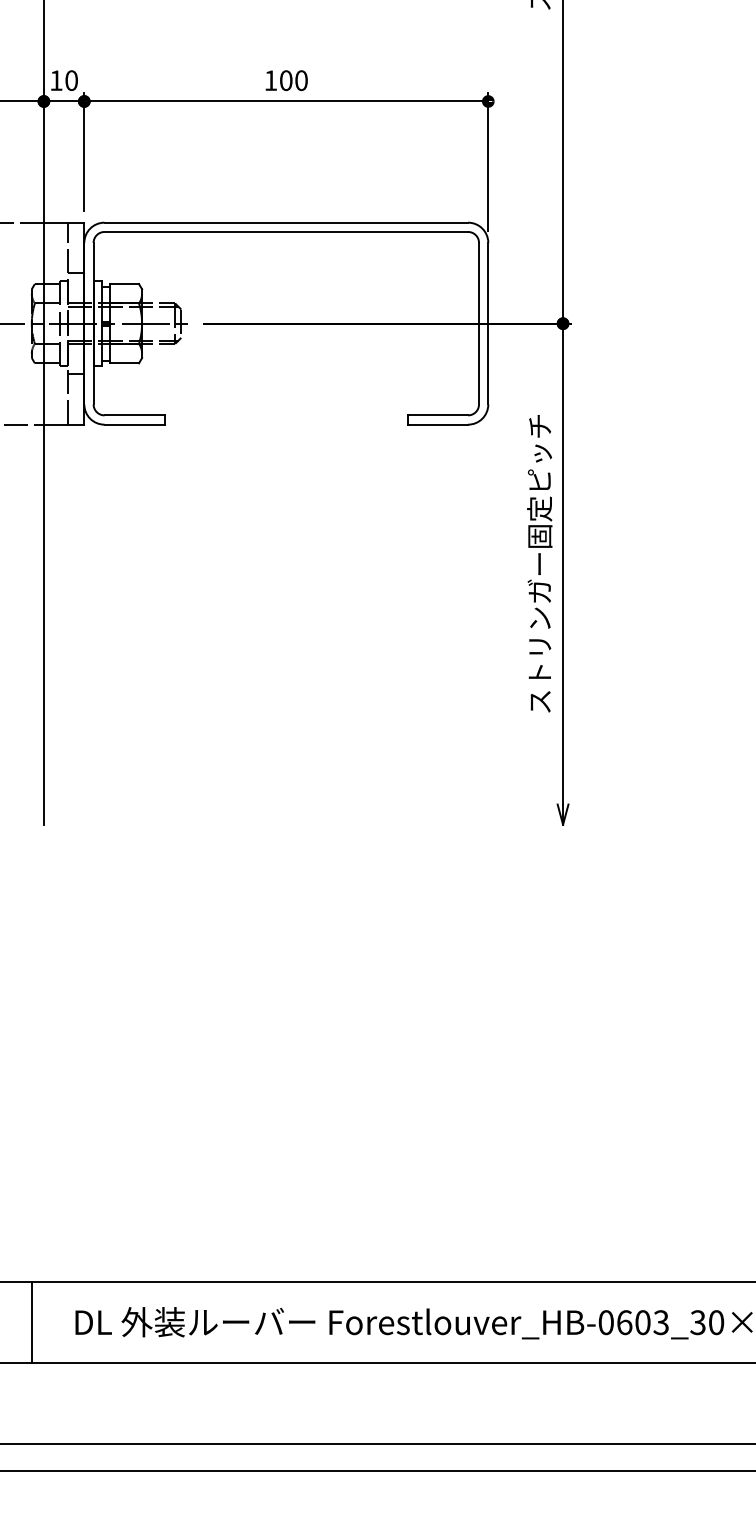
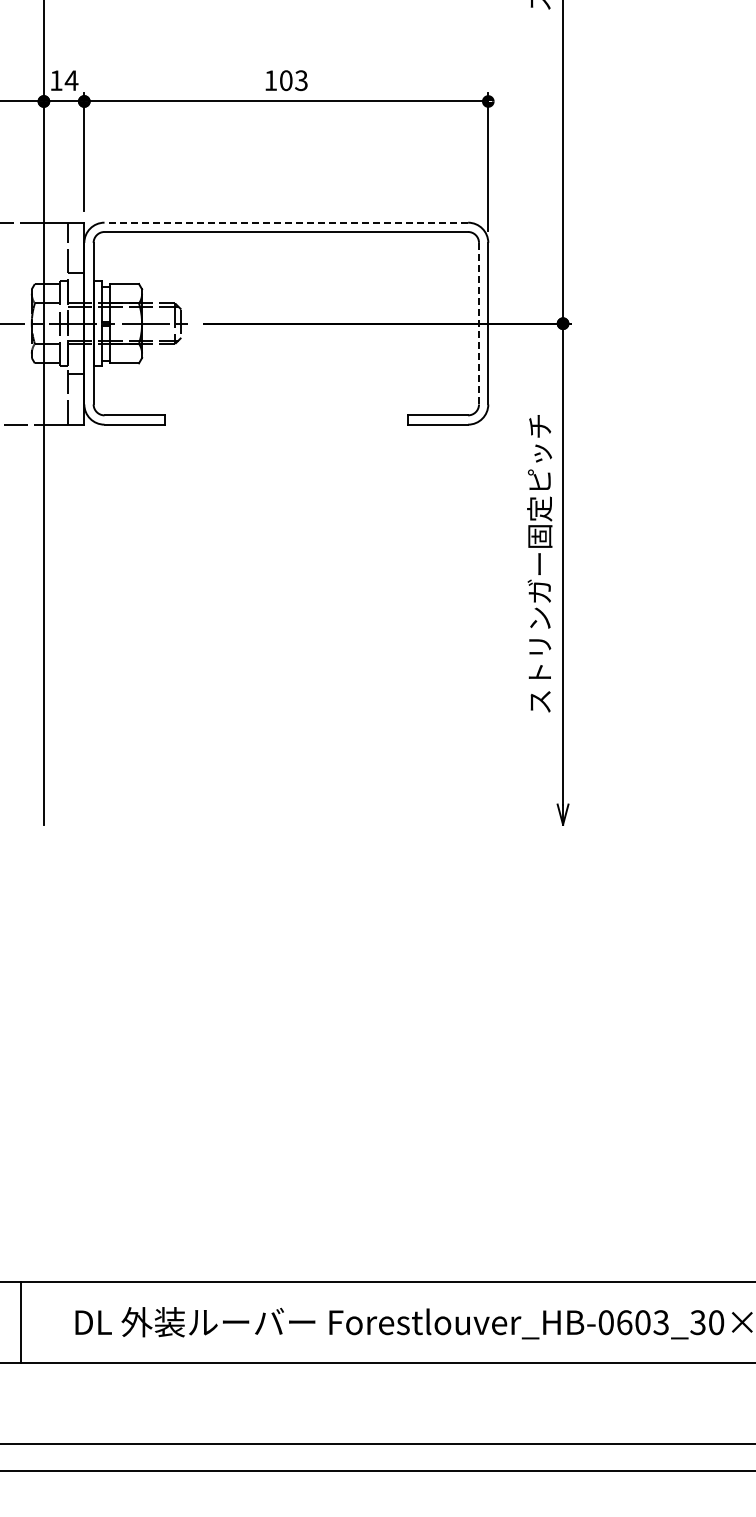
text at (71, 80): 10 -> 14
text at (301, 80): 100 -> 103
line at (286, 222): solid -> dashed
line at (479, 323): solid -> dashed
line at (31, 1322) position: (31, 1322) -> (20, 1322)
